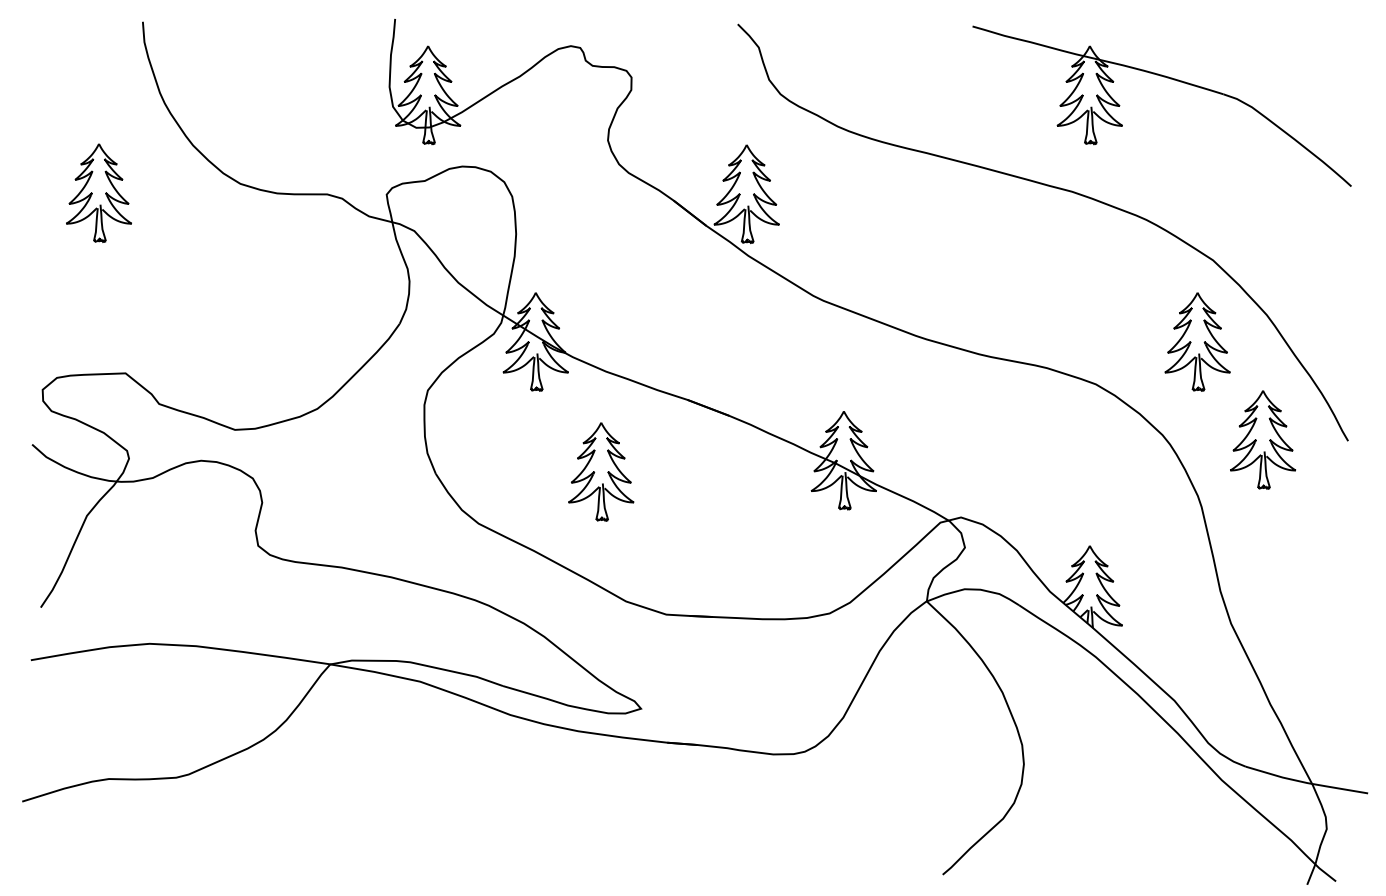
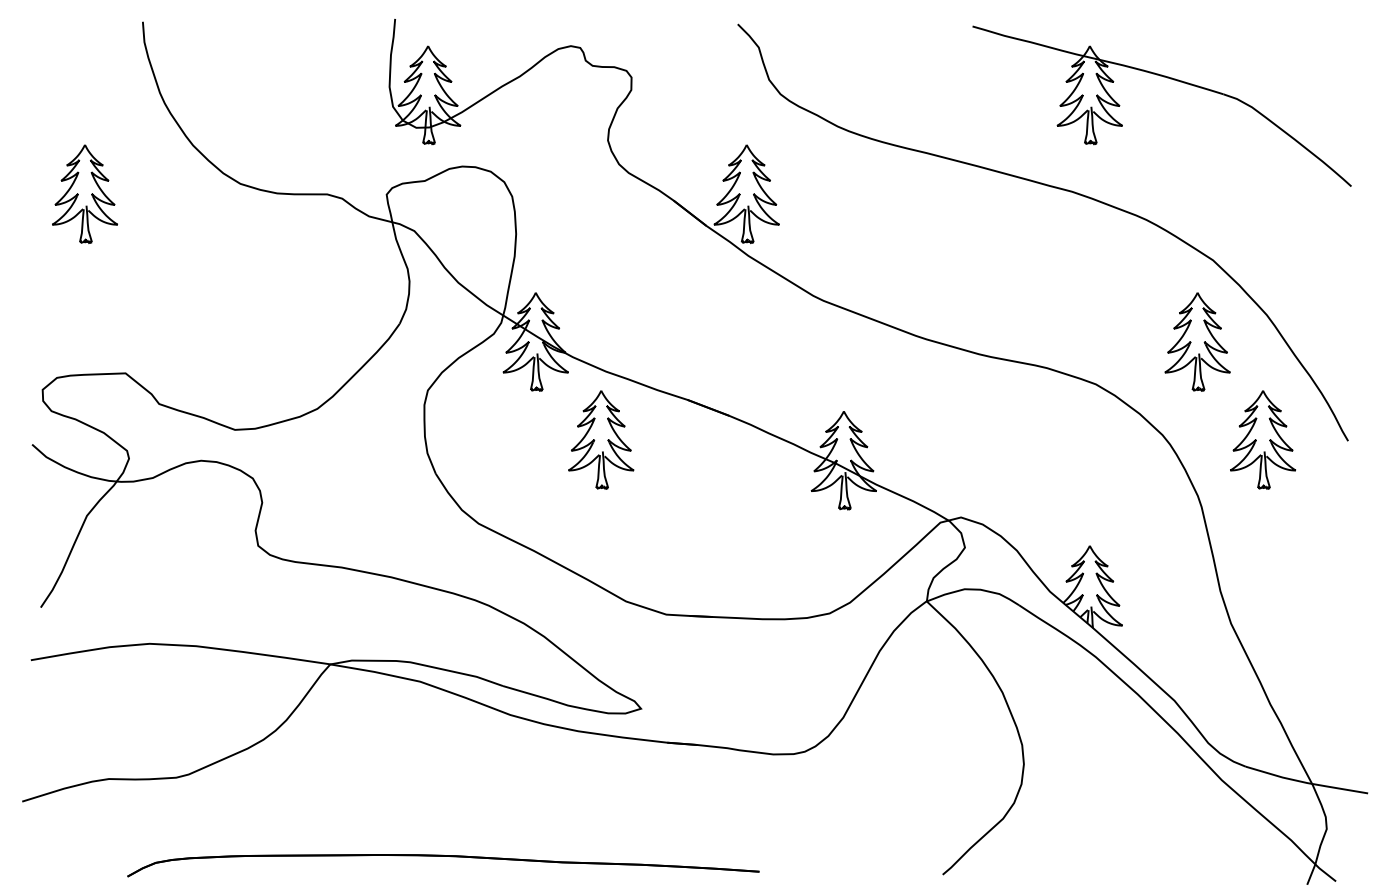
part at (98, 192) position: (98, 192) -> (84, 193)
part at (601, 471) position: (601, 471) -> (601, 439)
part at (443, 856): none -> present
